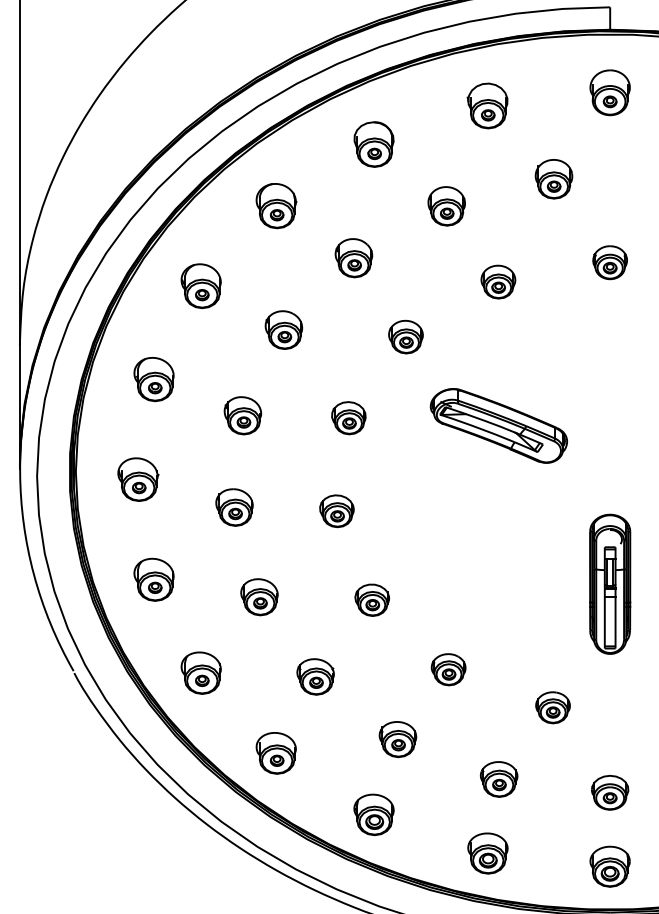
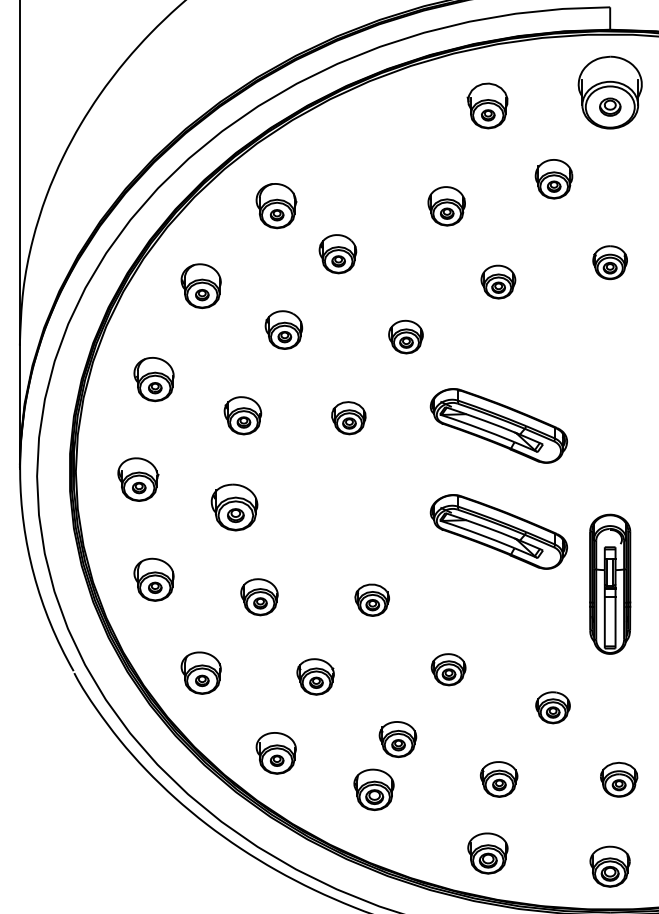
part at (609, 92) size: 42x48 px -> 66x75 px
part at (373, 144): present -> none
part at (353, 258) position: (353, 258) -> (337, 254)
part at (234, 507) size: 39x39 px -> 49x49 px
part at (336, 511): present -> none
part at (498, 531): none -> present
part at (610, 792) position: (610, 792) -> (619, 779)
part at (373, 814) position: (373, 814) -> (373, 789)
